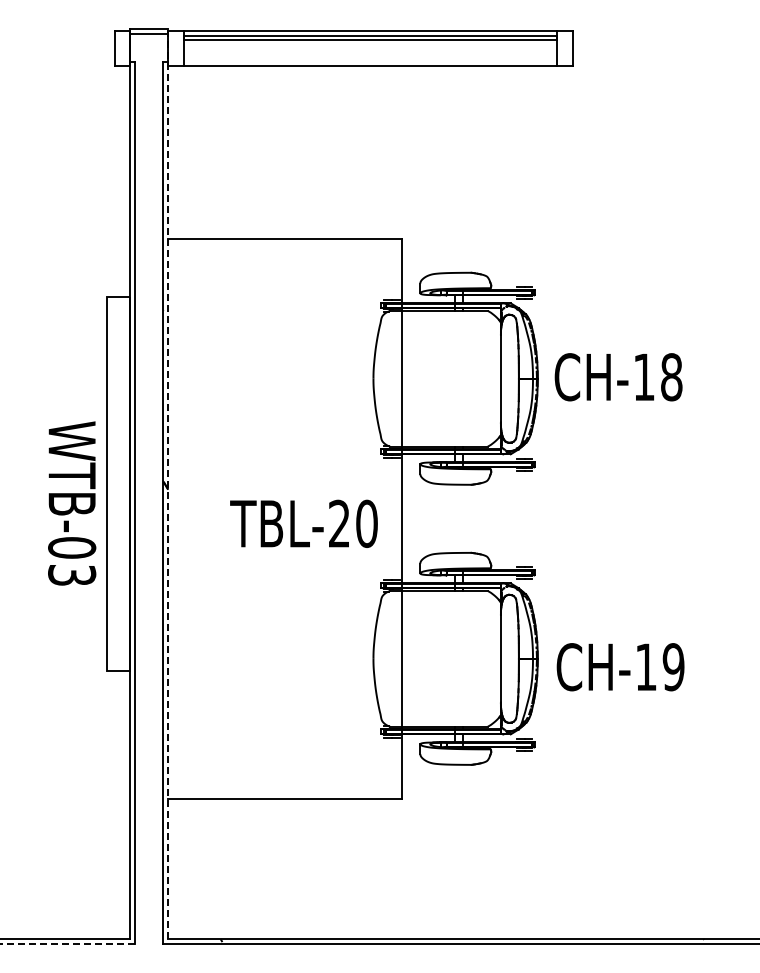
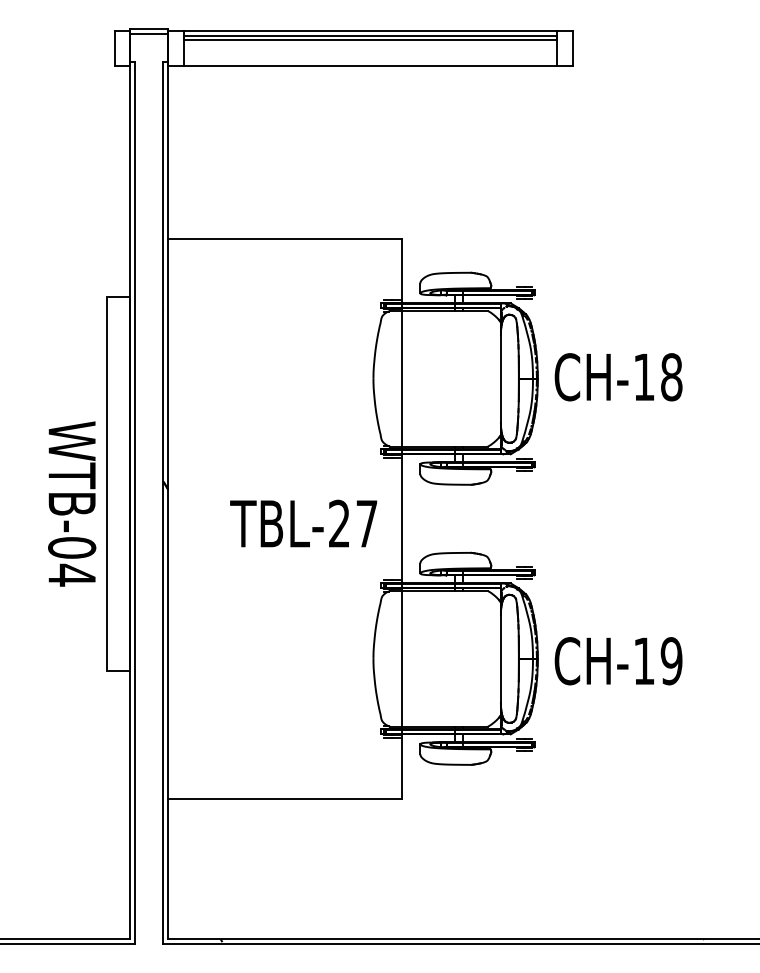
line at (168, 484): dashed -> solid
text at (366, 523): TBL-20 -> TBL-27
text at (72, 574): WTB-03 -> WTB-04
text at (620, 667) position: (620, 667) -> (618, 661)
line at (67, 943): dashed -> solid
